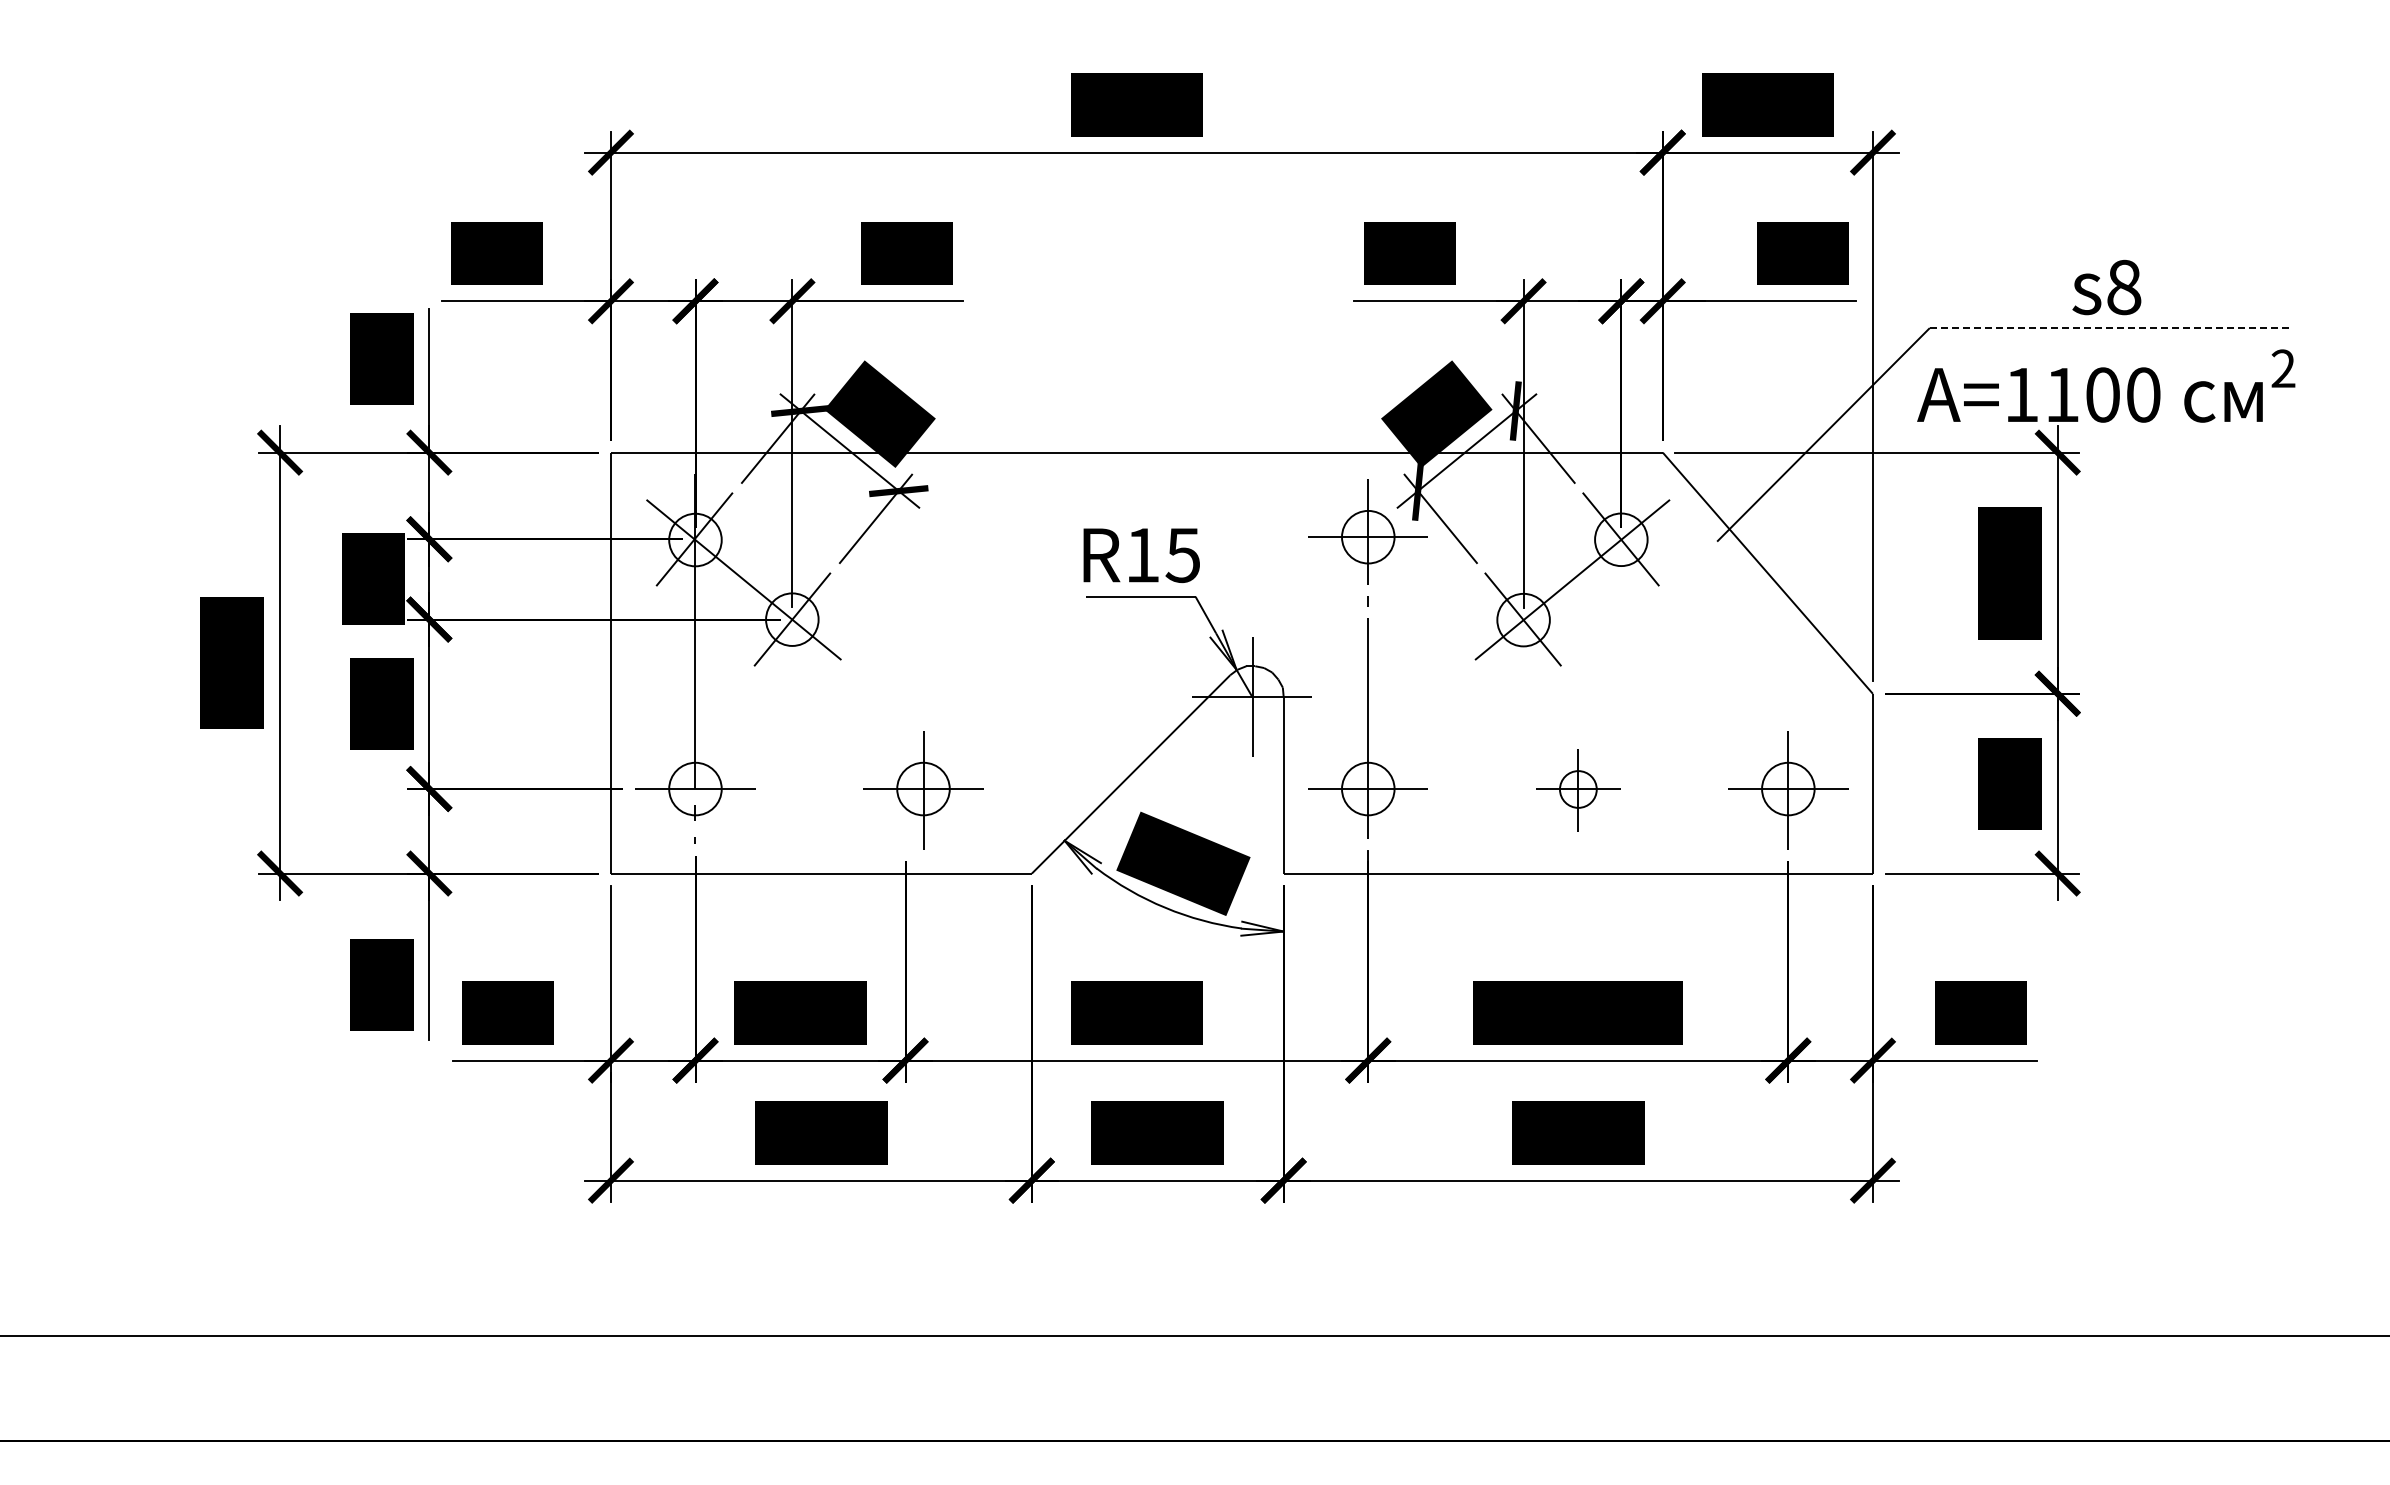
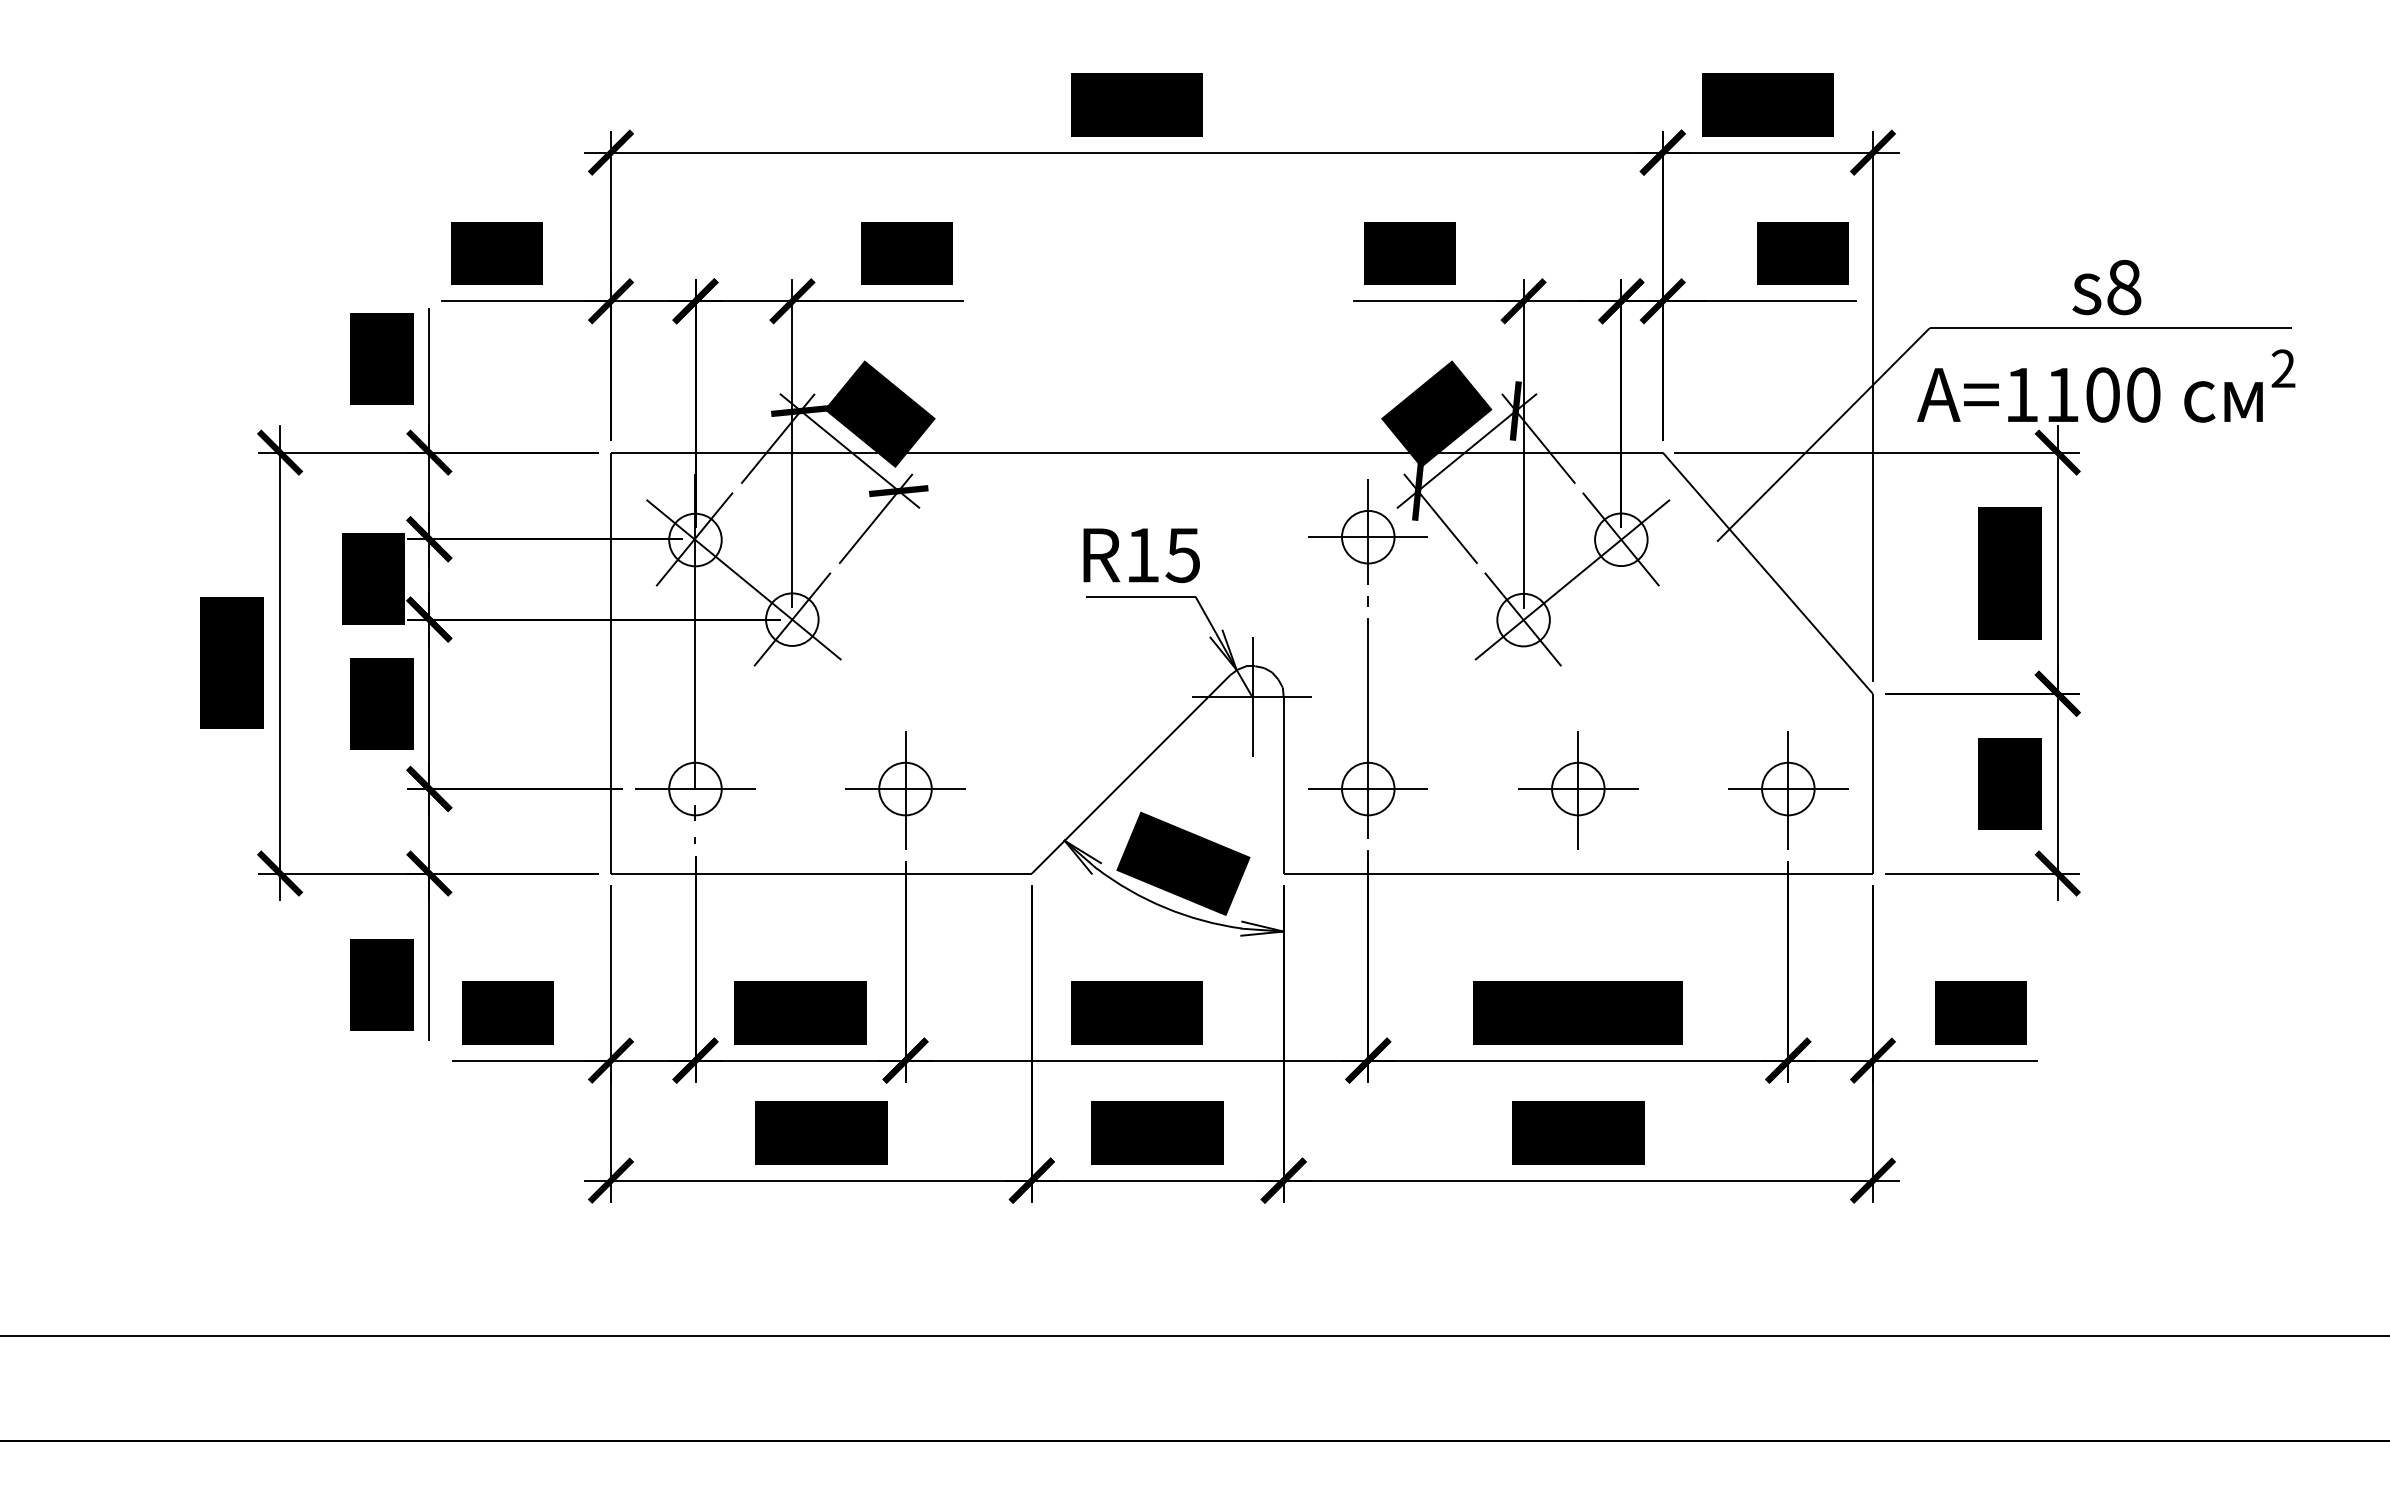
line at (2111, 328): dashed -> solid
part at (923, 790) position: (923, 790) -> (905, 790)
part at (1578, 790) size: 85x83 px -> 121x119 px
